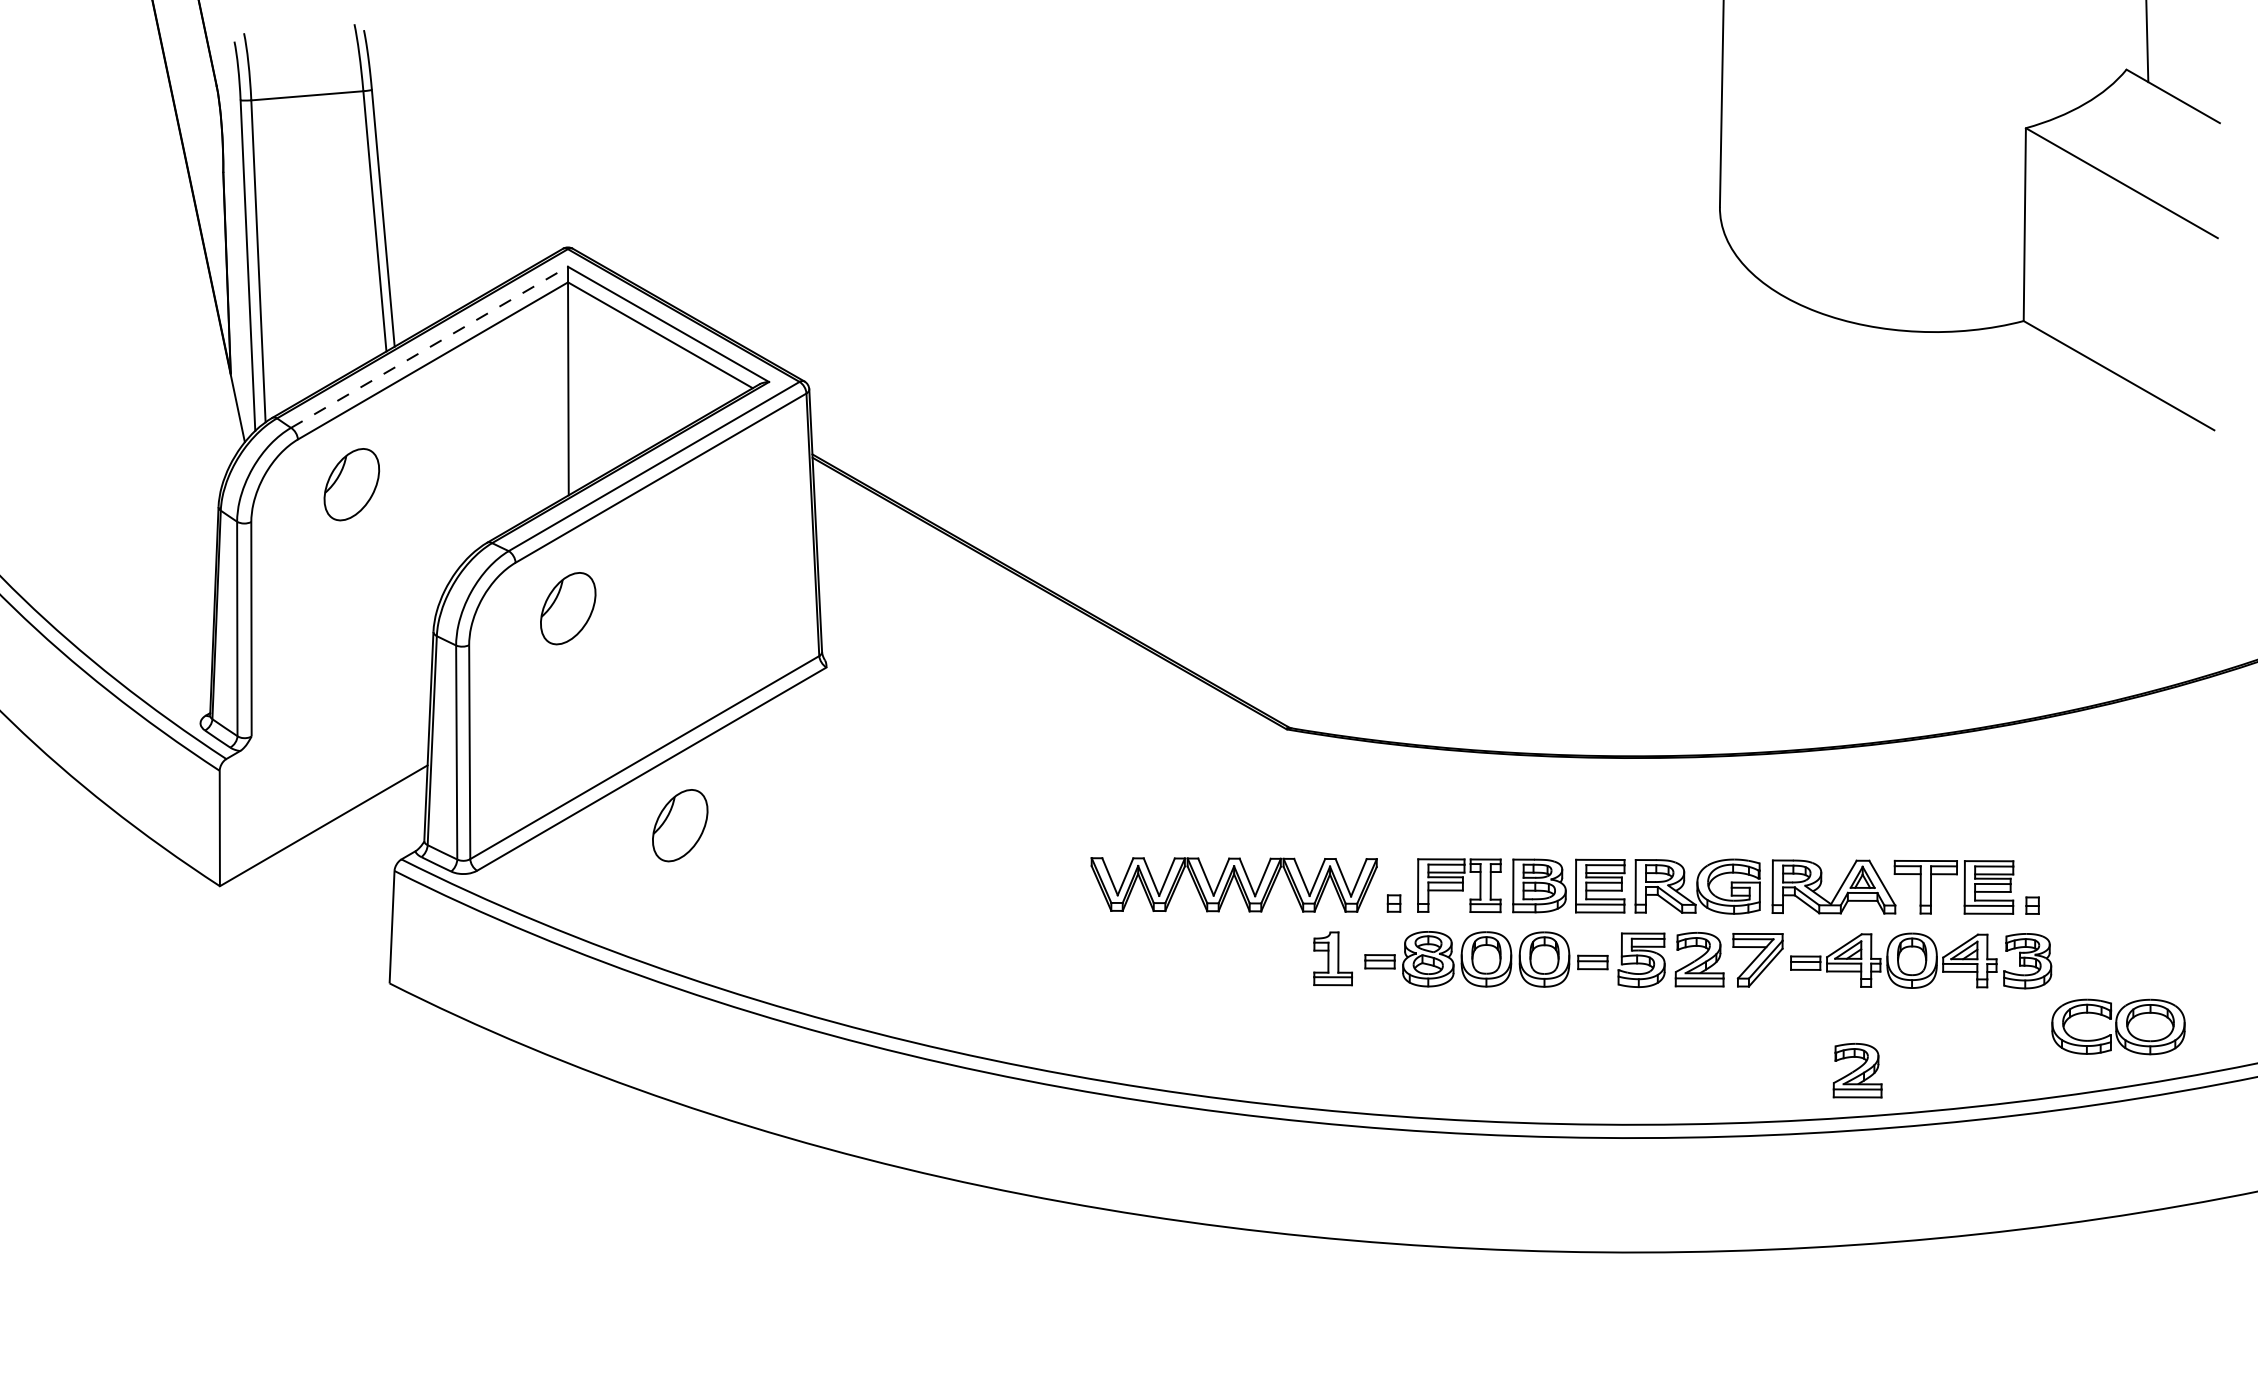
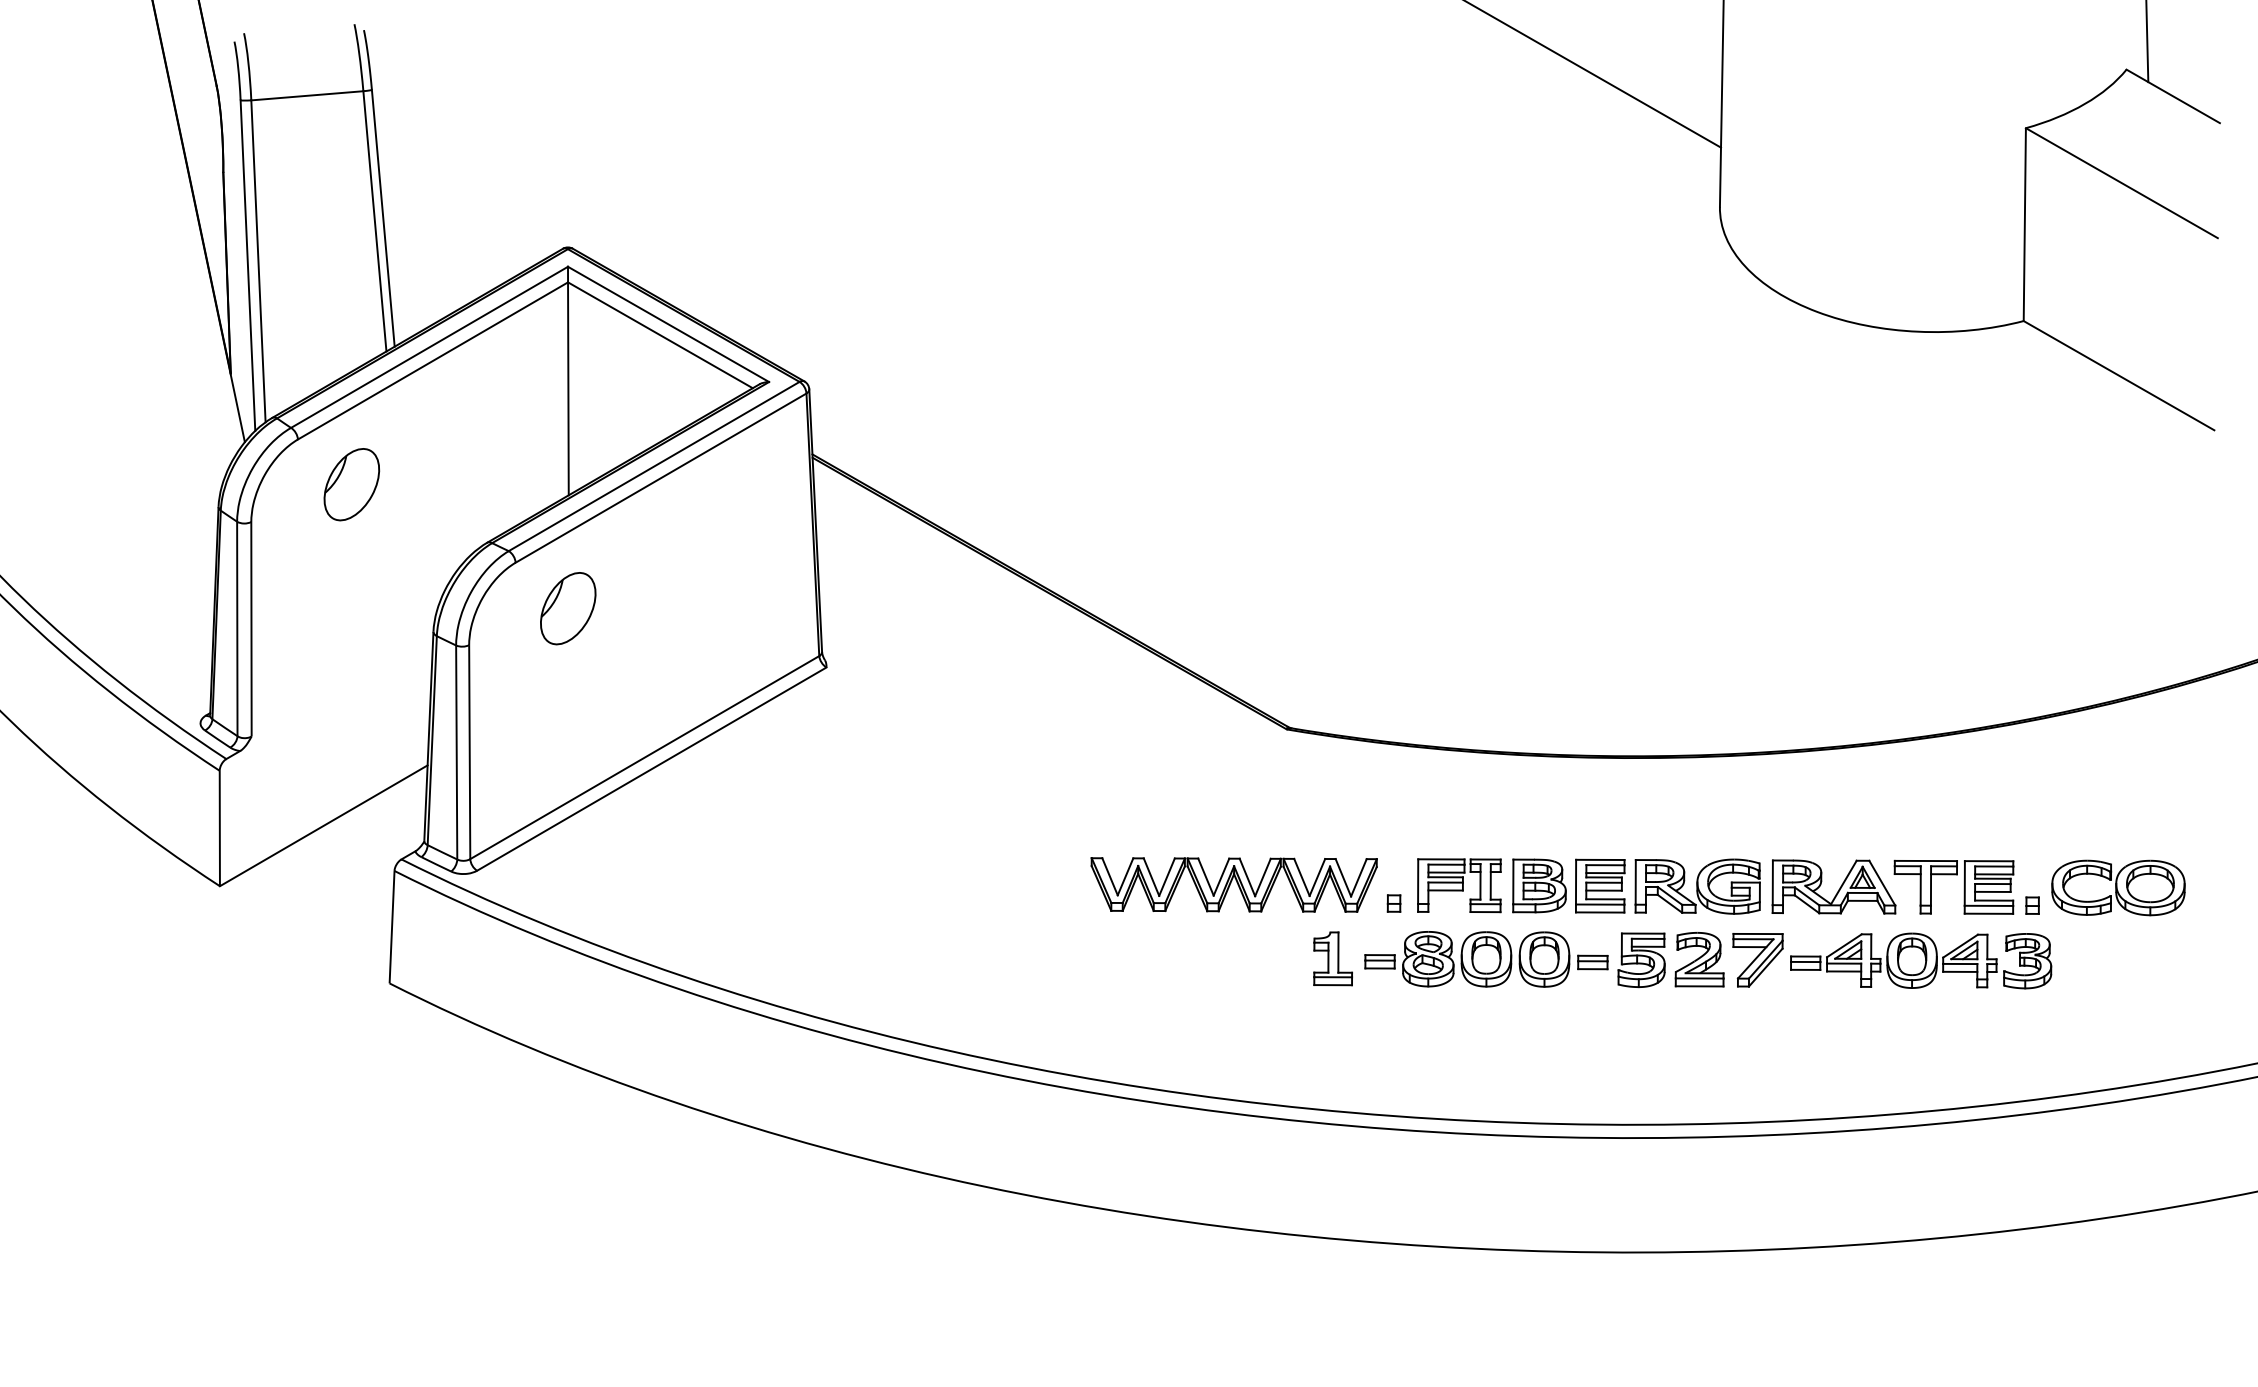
line at (1594, 74): none -> present
line at (429, 347): dashed -> solid
part at (680, 825): present -> none
part at (2118, 1026) position: (2118, 1026) -> (2118, 887)
part at (1857, 1070): present -> none
